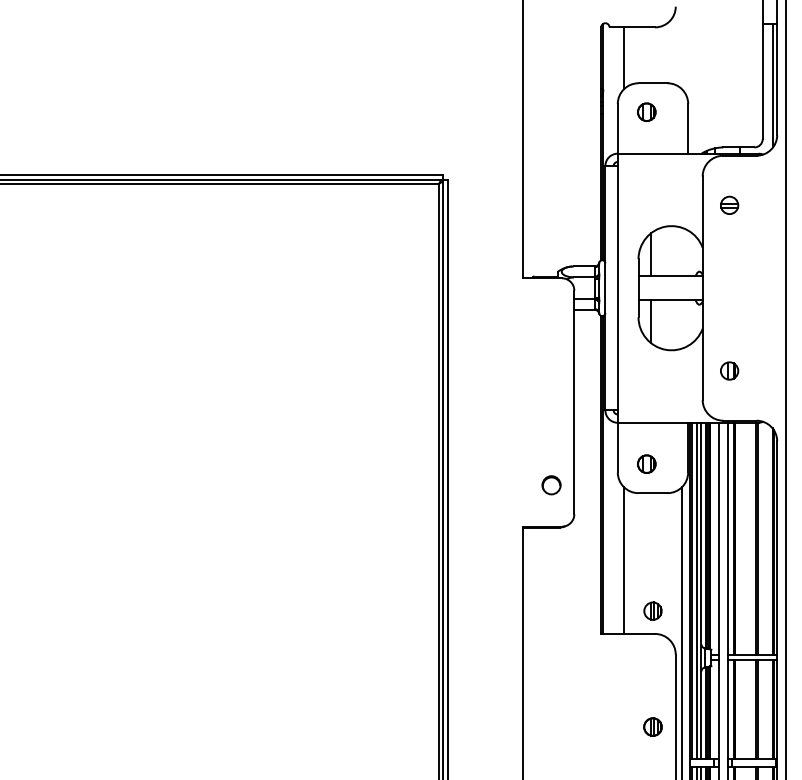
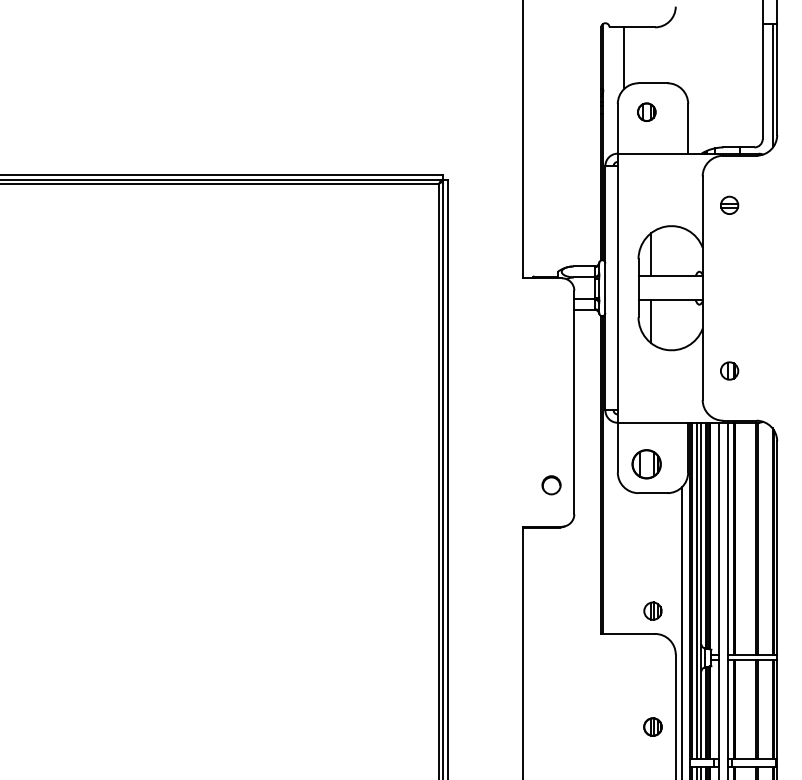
line at (785, 389): present -> none
part at (646, 463) size: 20x20 px -> 31x31 px
line at (624, 560): present -> none
